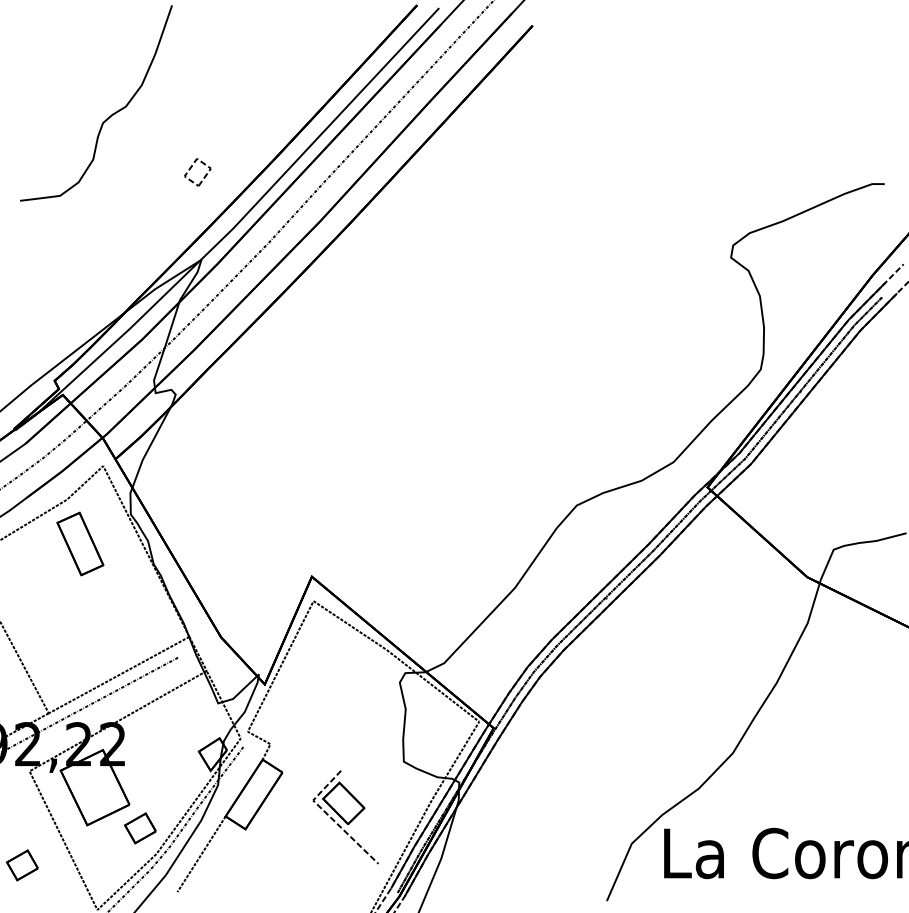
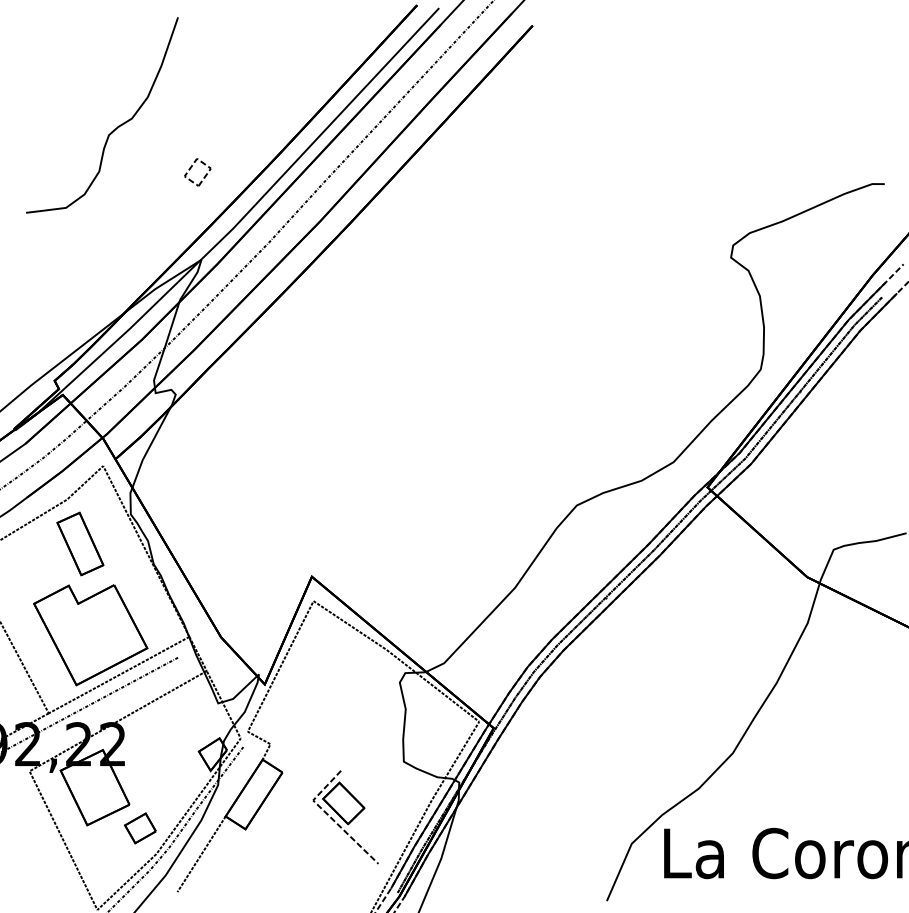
part at (107, 117) position: (107, 117) -> (113, 129)
part at (90, 635): none -> present
part at (22, 865): present -> none
